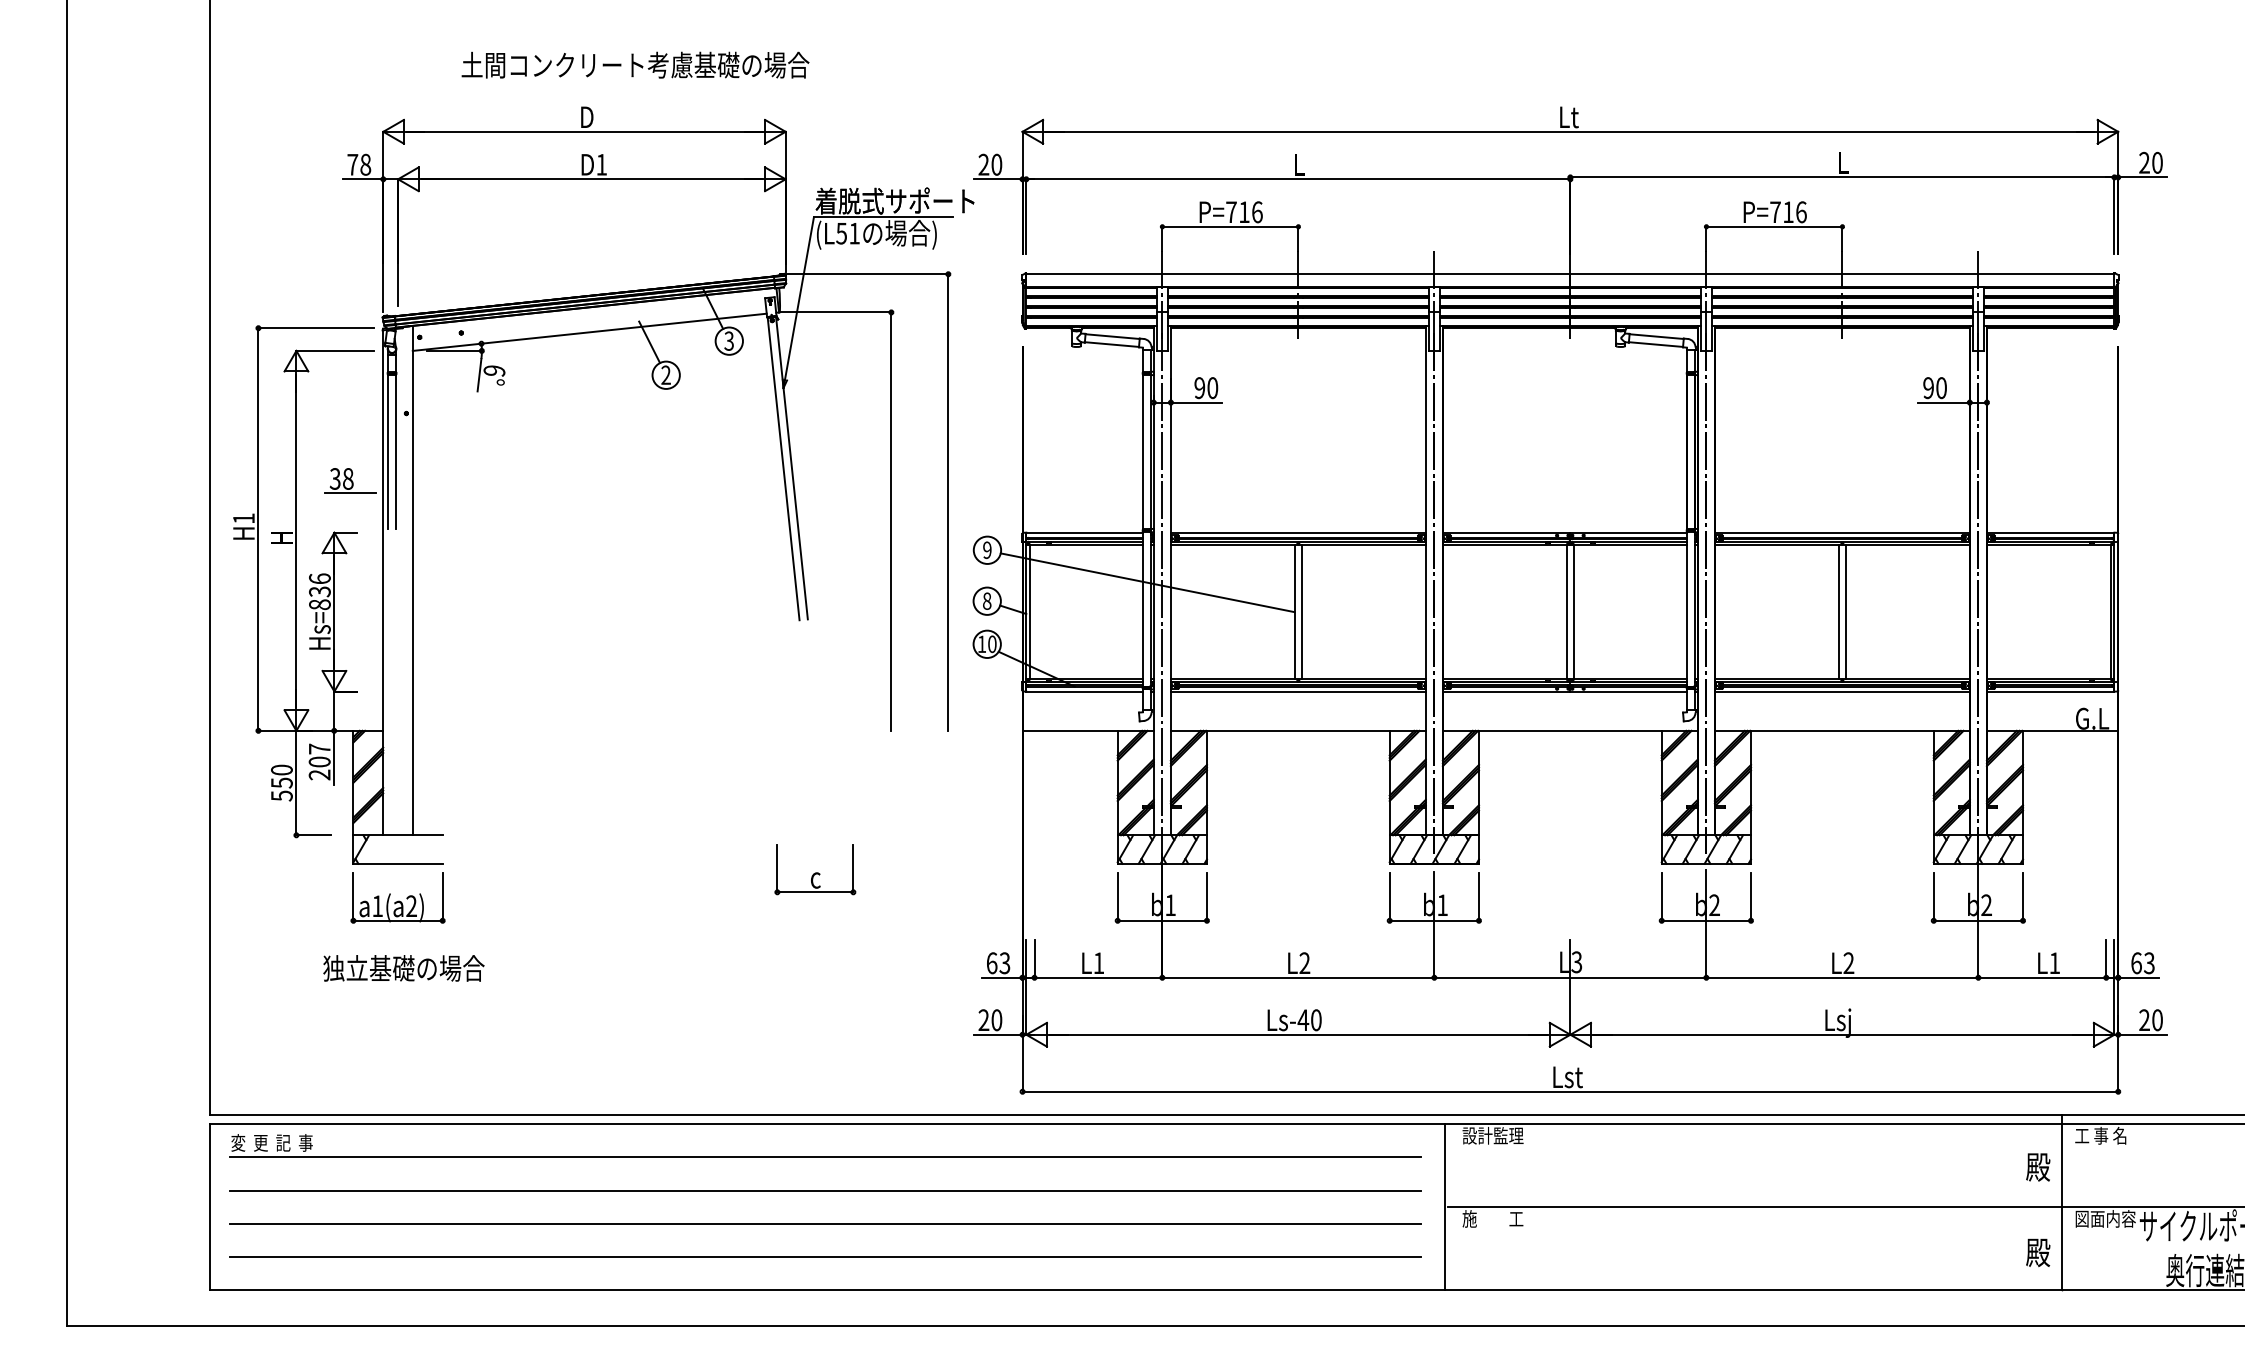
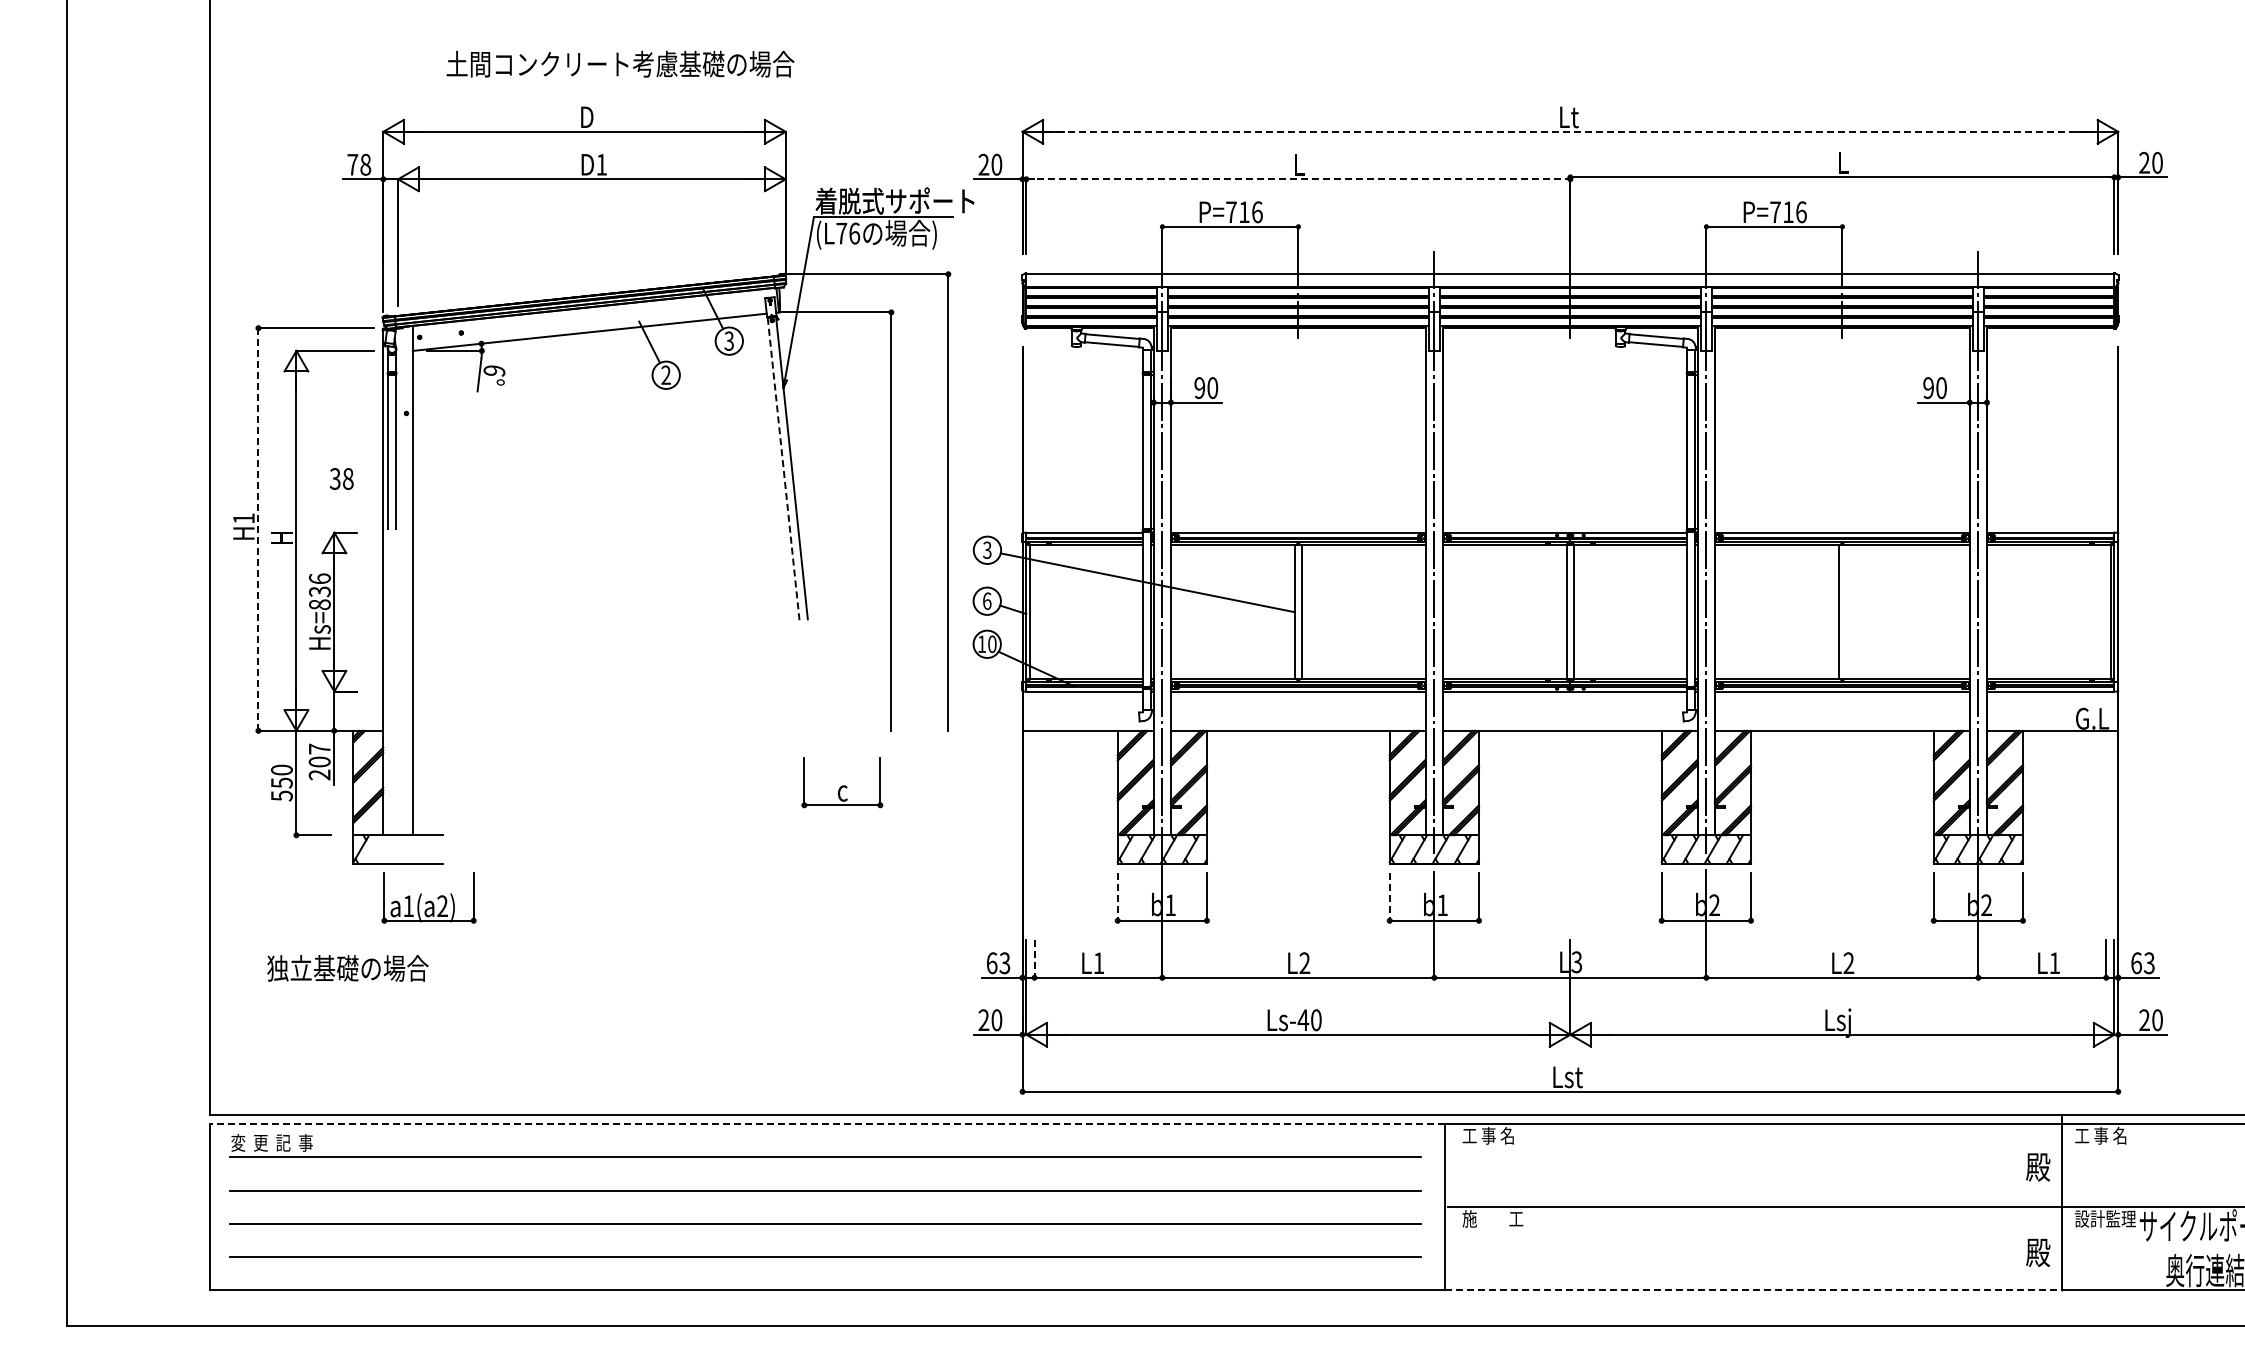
text at (635, 64) position: (635, 64) -> (620, 63)
line at (1570, 131): solid -> dashed
line at (1298, 179): solid -> dashed
text at (848, 233): (L51 -> (L76
line at (783, 469): solid -> dashed
line at (350, 493): present -> none
line at (258, 530): solid -> dashed
text at (987, 549): 9 -> 3
text at (987, 600): 8 -> 6
line at (1846, 611): present -> none
part at (815, 869) position: (815, 869) -> (842, 782)
part at (397, 897) position: (397, 897) -> (428, 897)
line at (1117, 897): solid -> dashed
line at (1389, 897): solid -> dashed
line at (1034, 959): solid -> dashed
text at (403, 968) position: (403, 968) -> (347, 968)
line at (826, 1124): solid -> dashed
text at (1492, 1135): 設計監理 -> 工 事 名
text at (2105, 1218): 図面内容 -> 設計監理
line at (1753, 1290): solid -> dashed
